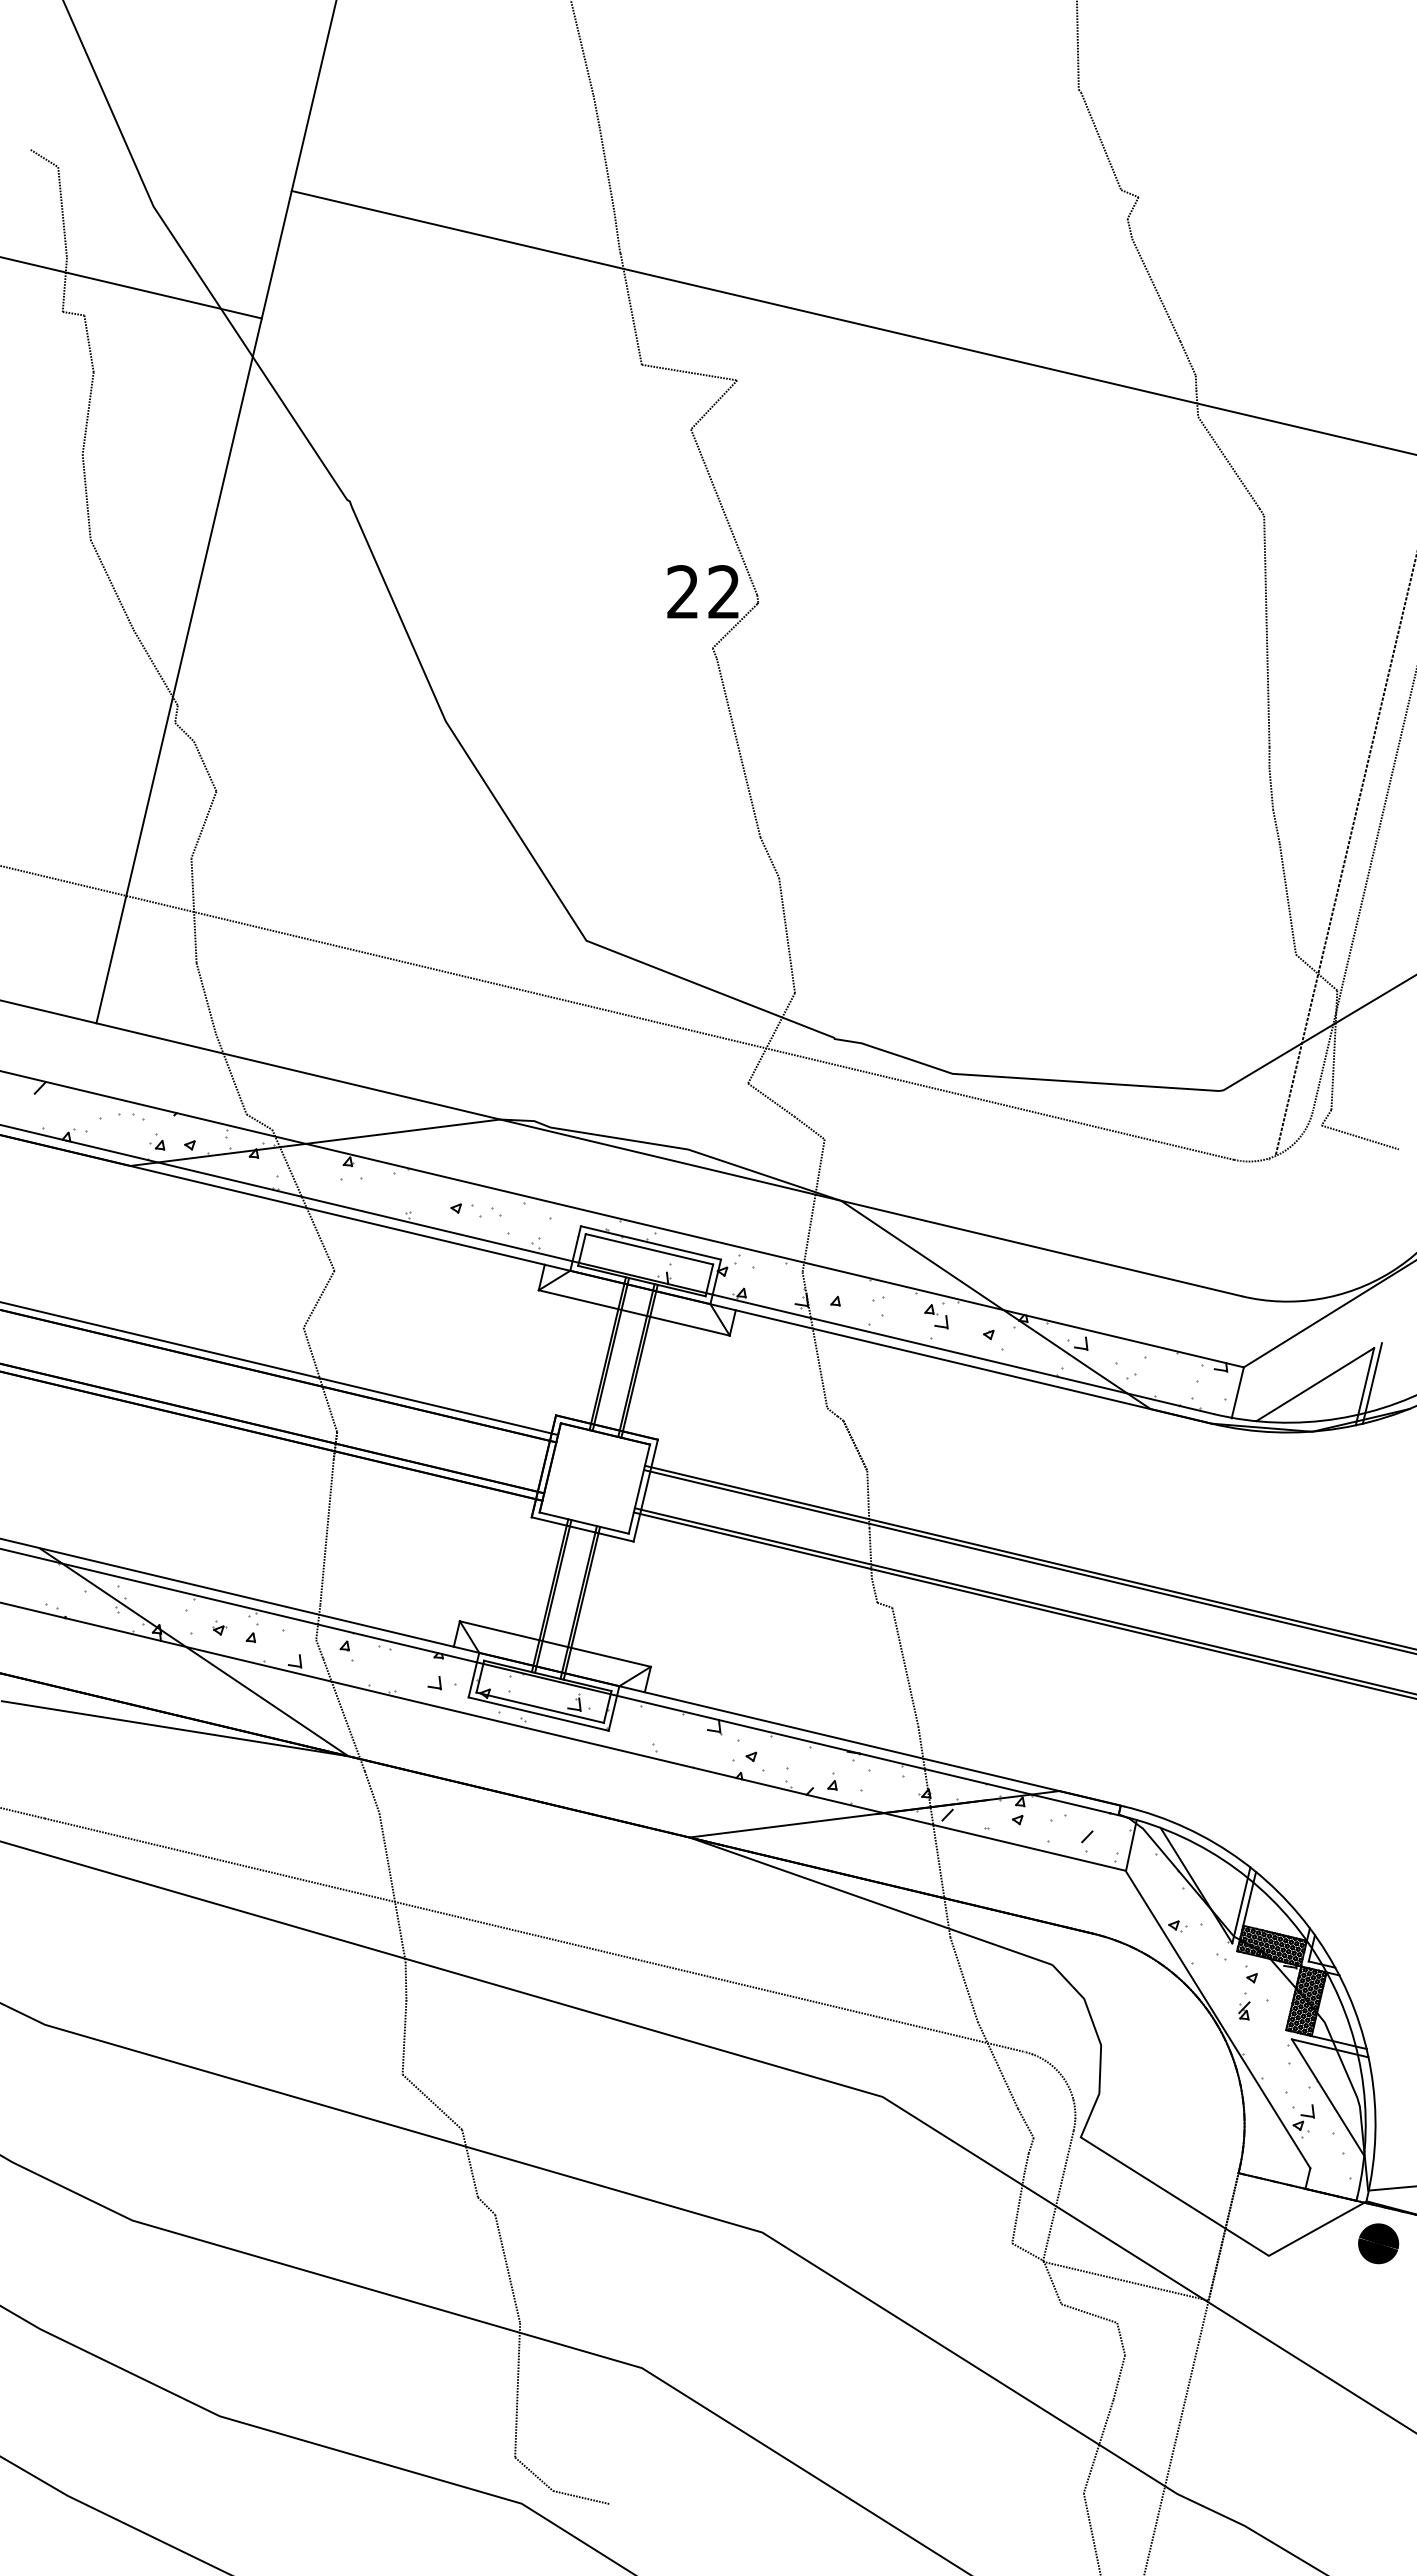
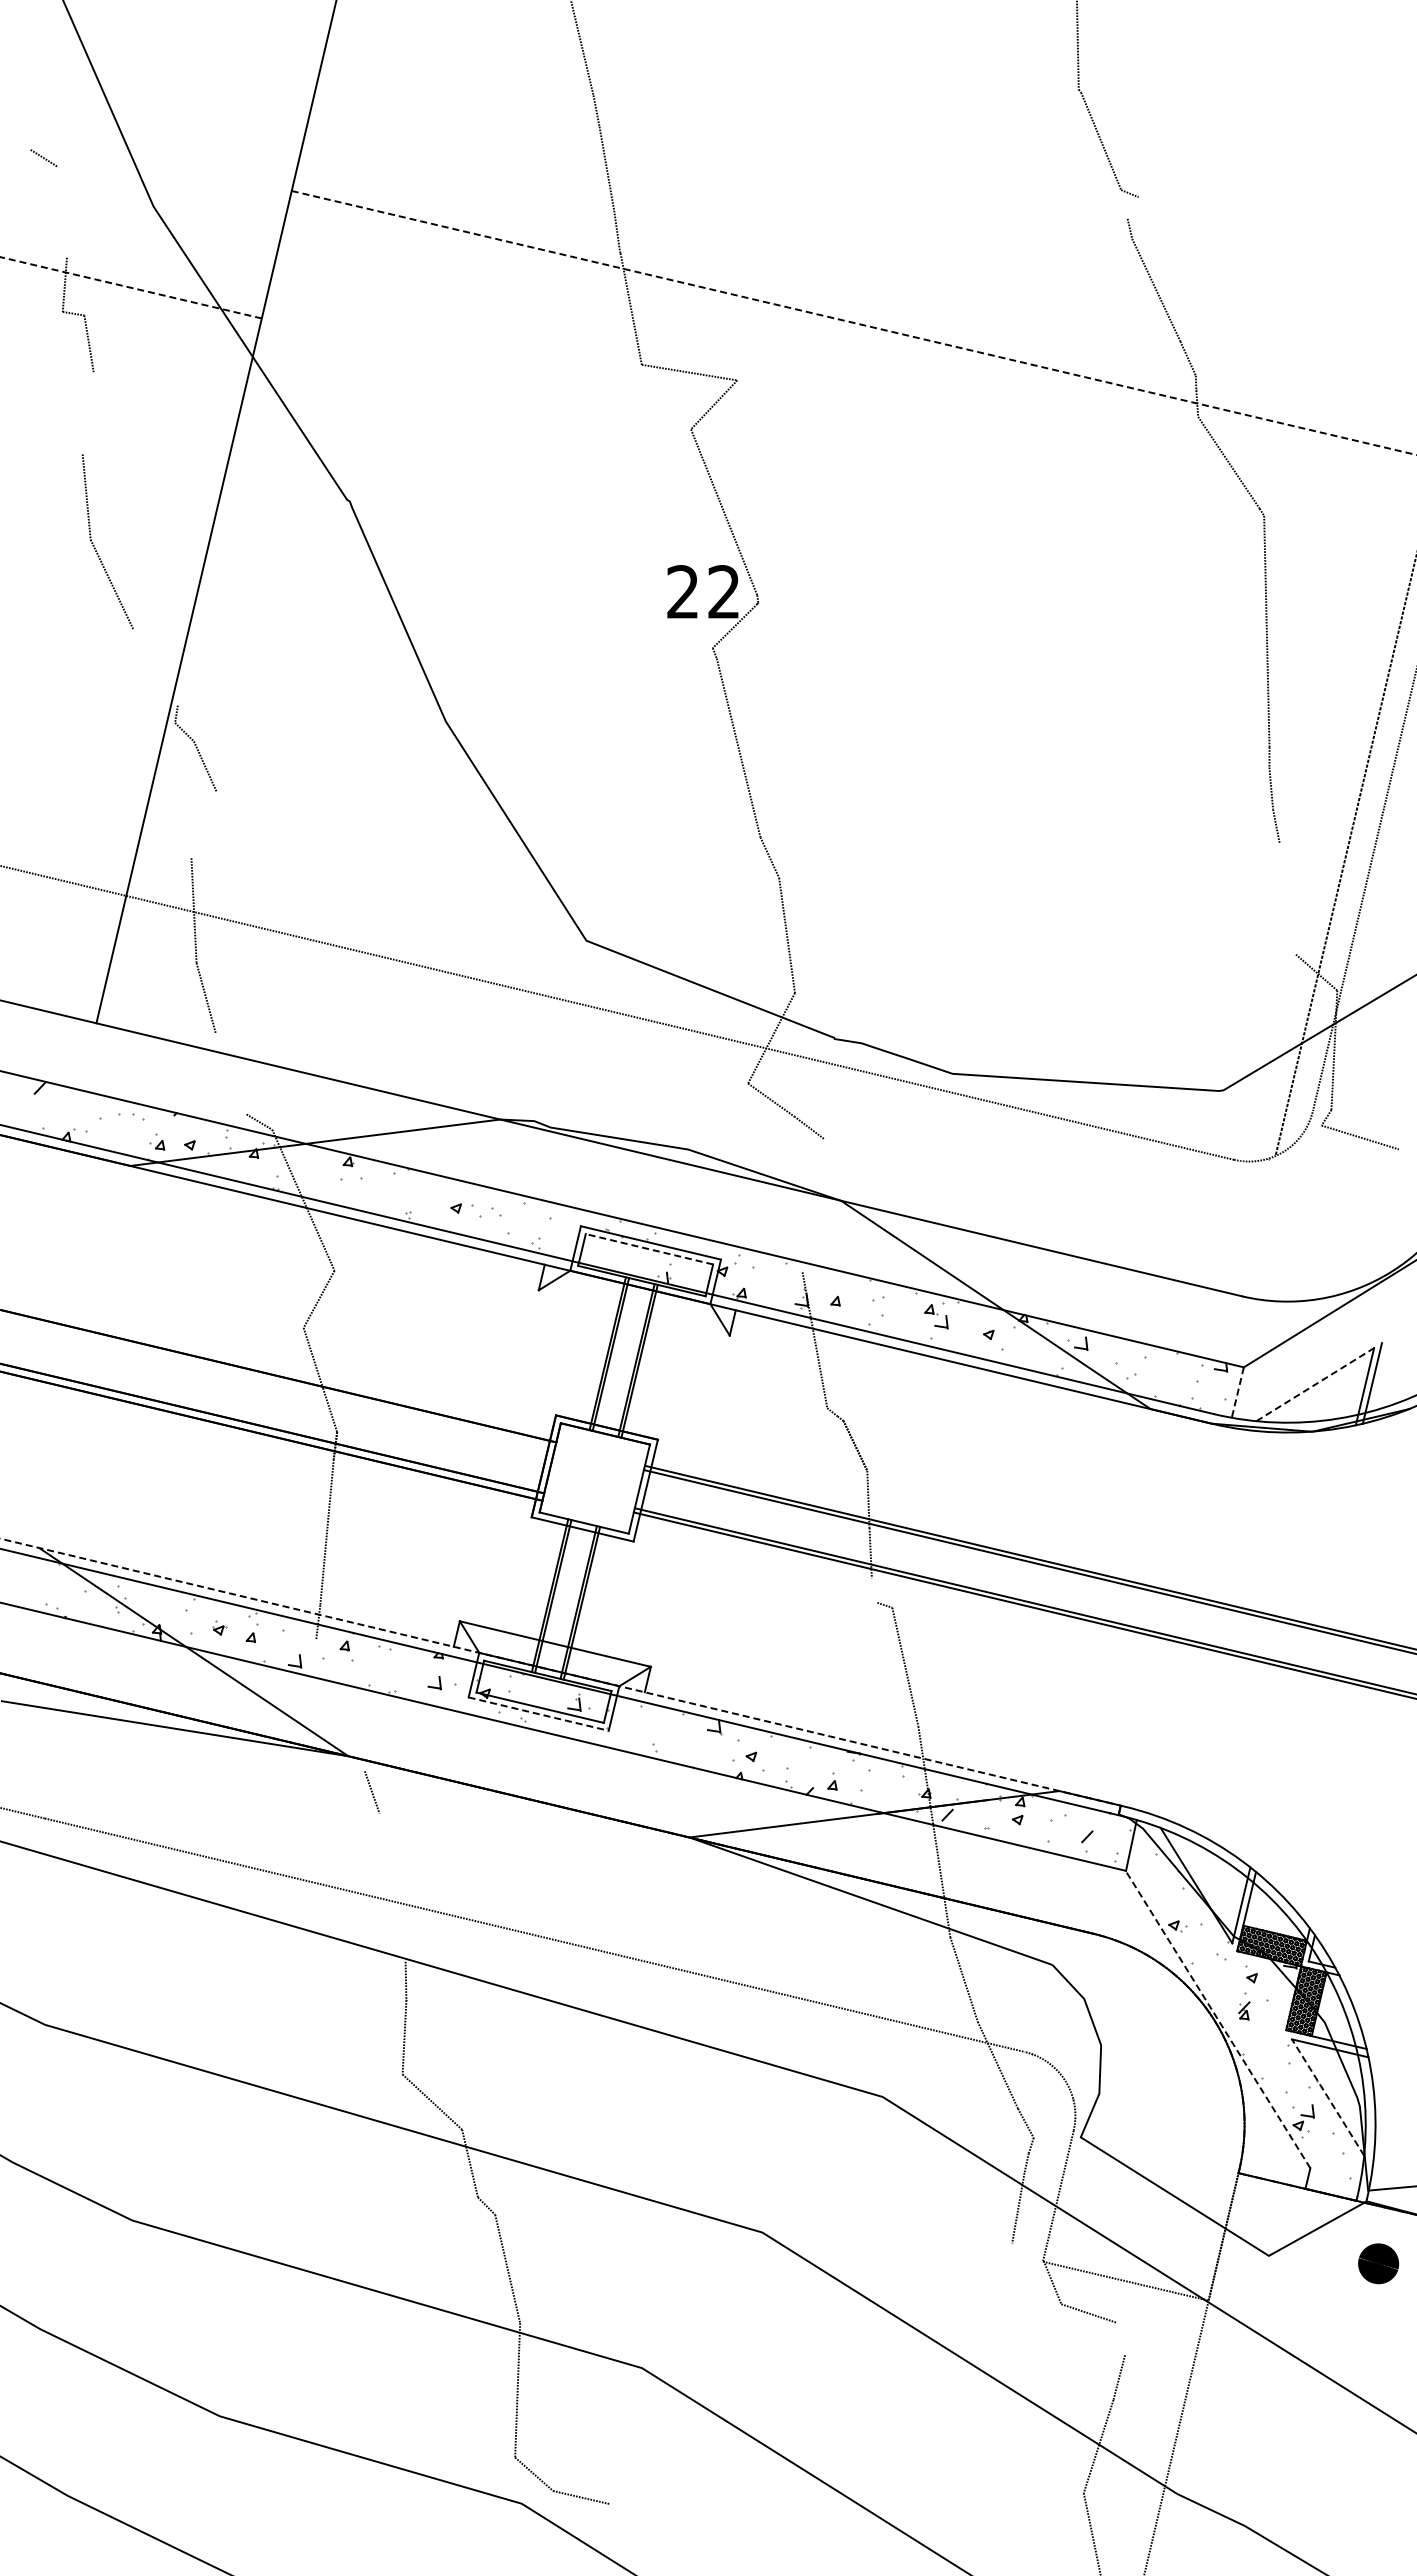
line at (1132, 207): present -> none
line at (62, 212): present -> none
line at (130, 287): solid -> dashed
line at (854, 323): solid -> dashed
line at (87, 413): present -> none
line at (155, 667): present -> none
line at (203, 824): present -> none
line at (1287, 898): present -> none
line at (230, 1073): present -> none
line at (813, 1205): present -> none
line at (648, 1249): solid -> dashed
line at (633, 1312): present -> none
line at (280, 1368): present -> none
line at (1315, 1384): solid -> dashed
line at (1237, 1393): solid -> dashed
line at (874, 1590): present -> none
line at (561, 1672): solid -> dashed
line at (340, 1705): present -> none
line at (539, 1714): solid -> dashed
line at (392, 1887): present -> none
line at (1217, 2019): solid -> dashed
line at (1327, 2097): solid -> dashed
part at (1378, 2243) position: (1378, 2243) -> (1378, 2263)
line at (1027, 2251): present -> none
line at (1121, 2338): present -> none
